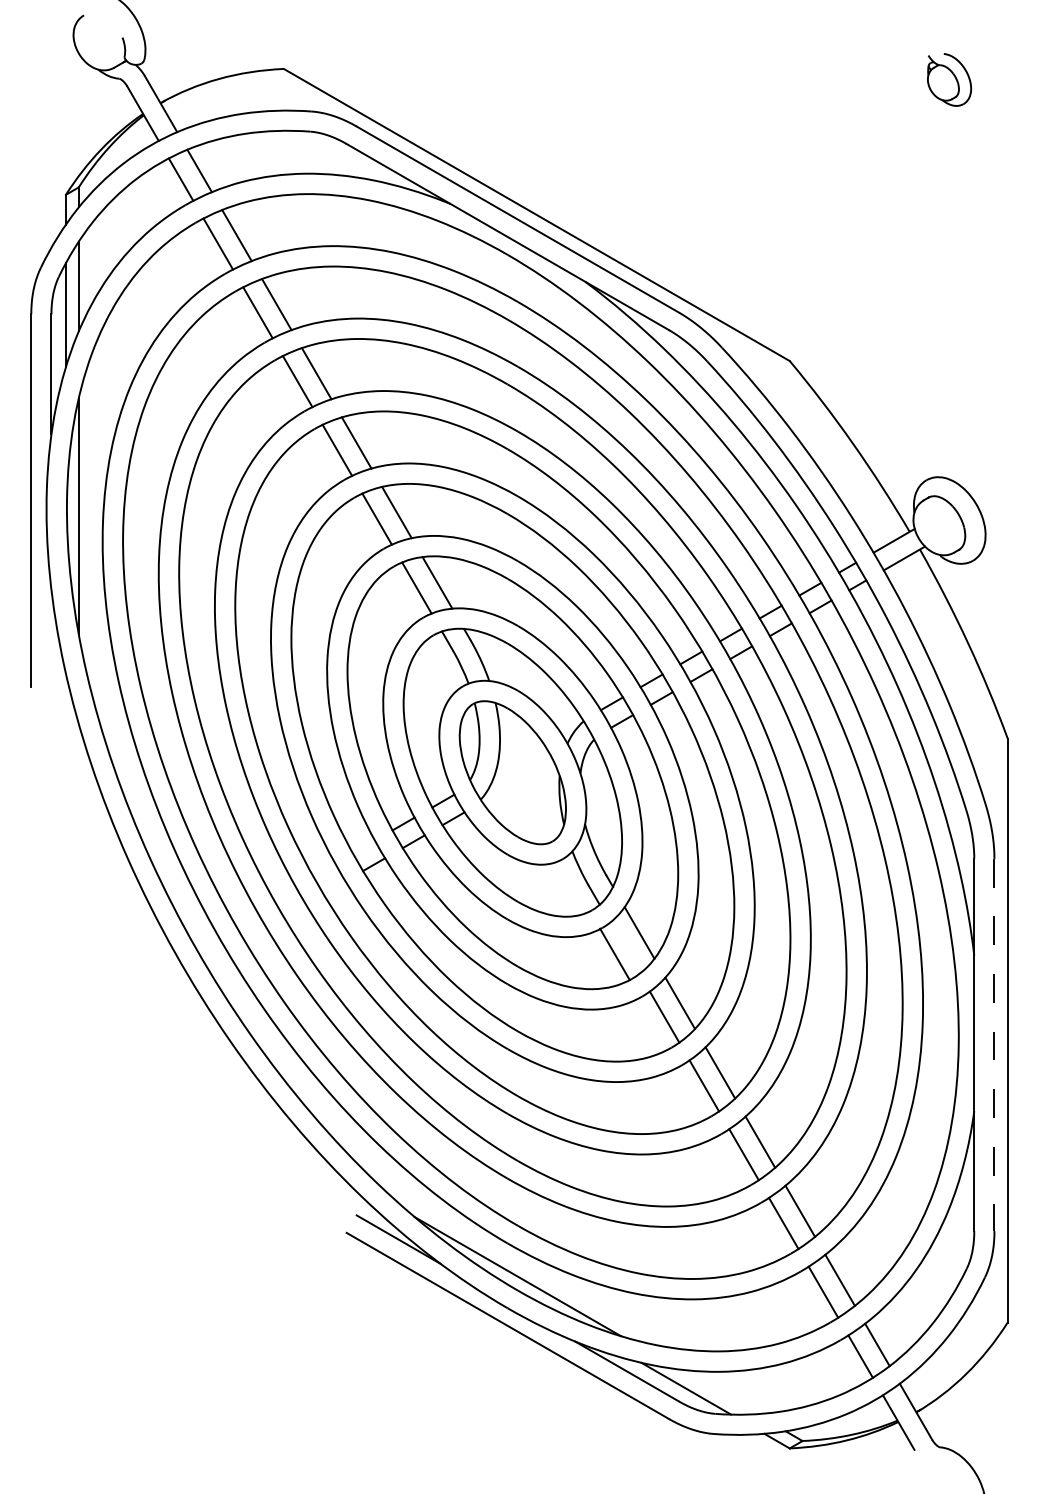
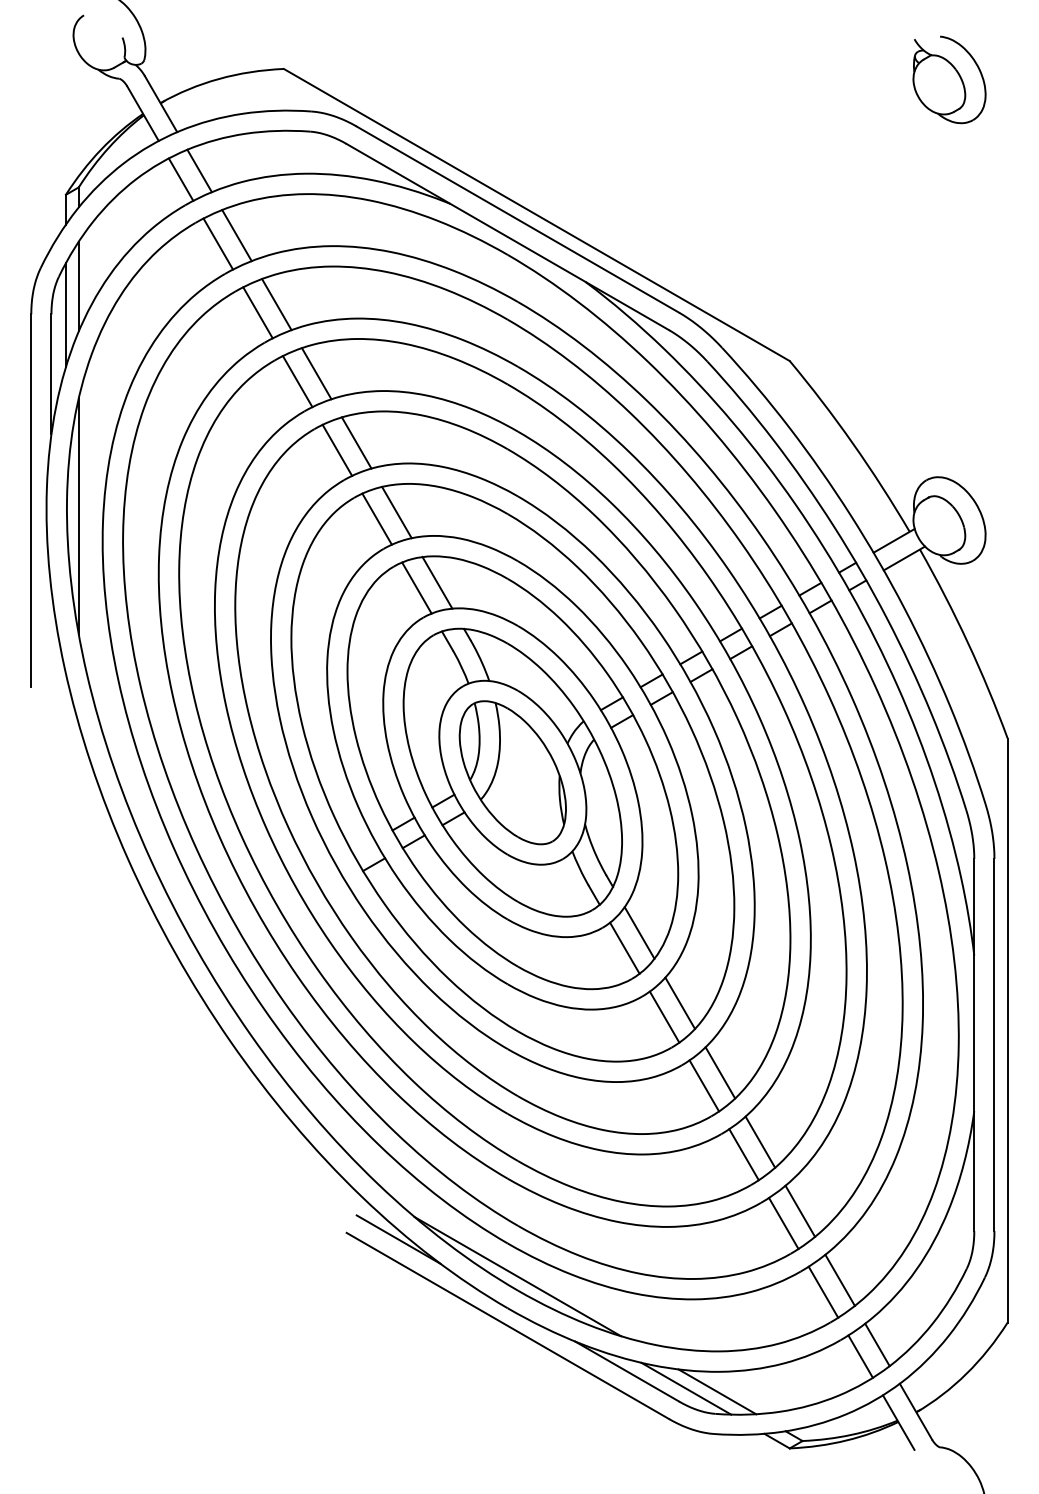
part at (949, 79) size: 46x54 px -> 75x90 px
line at (614, 953) position: (614, 953) -> (624, 947)
line at (994, 1045): dashed -> solid
line at (717, 1391): none -> present
